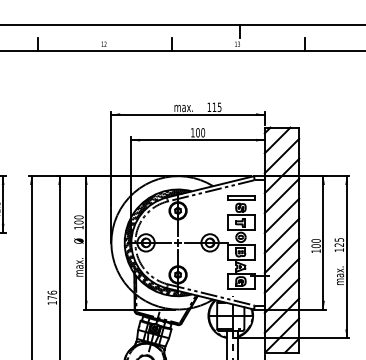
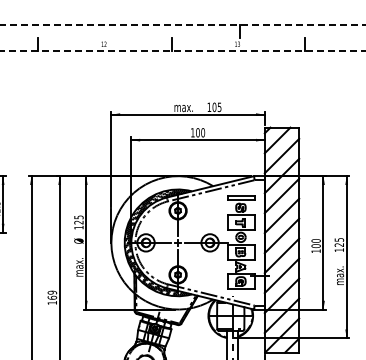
line at (183, 24): solid -> dashed
line at (182, 51): solid -> dashed
text at (214, 107): 115 -> 105
text at (78, 219): 100 -> 125
text at (52, 294): 176 -> 169
